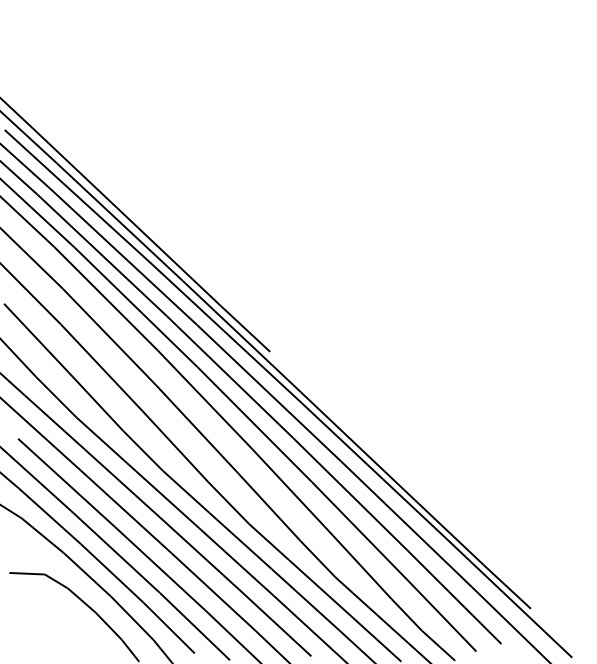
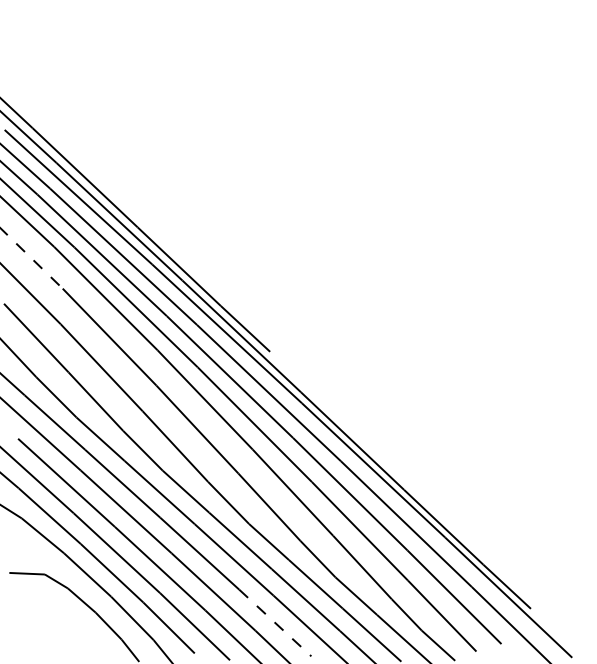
line at (31, 258): solid -> dashed
line at (275, 623): solid -> dashed
